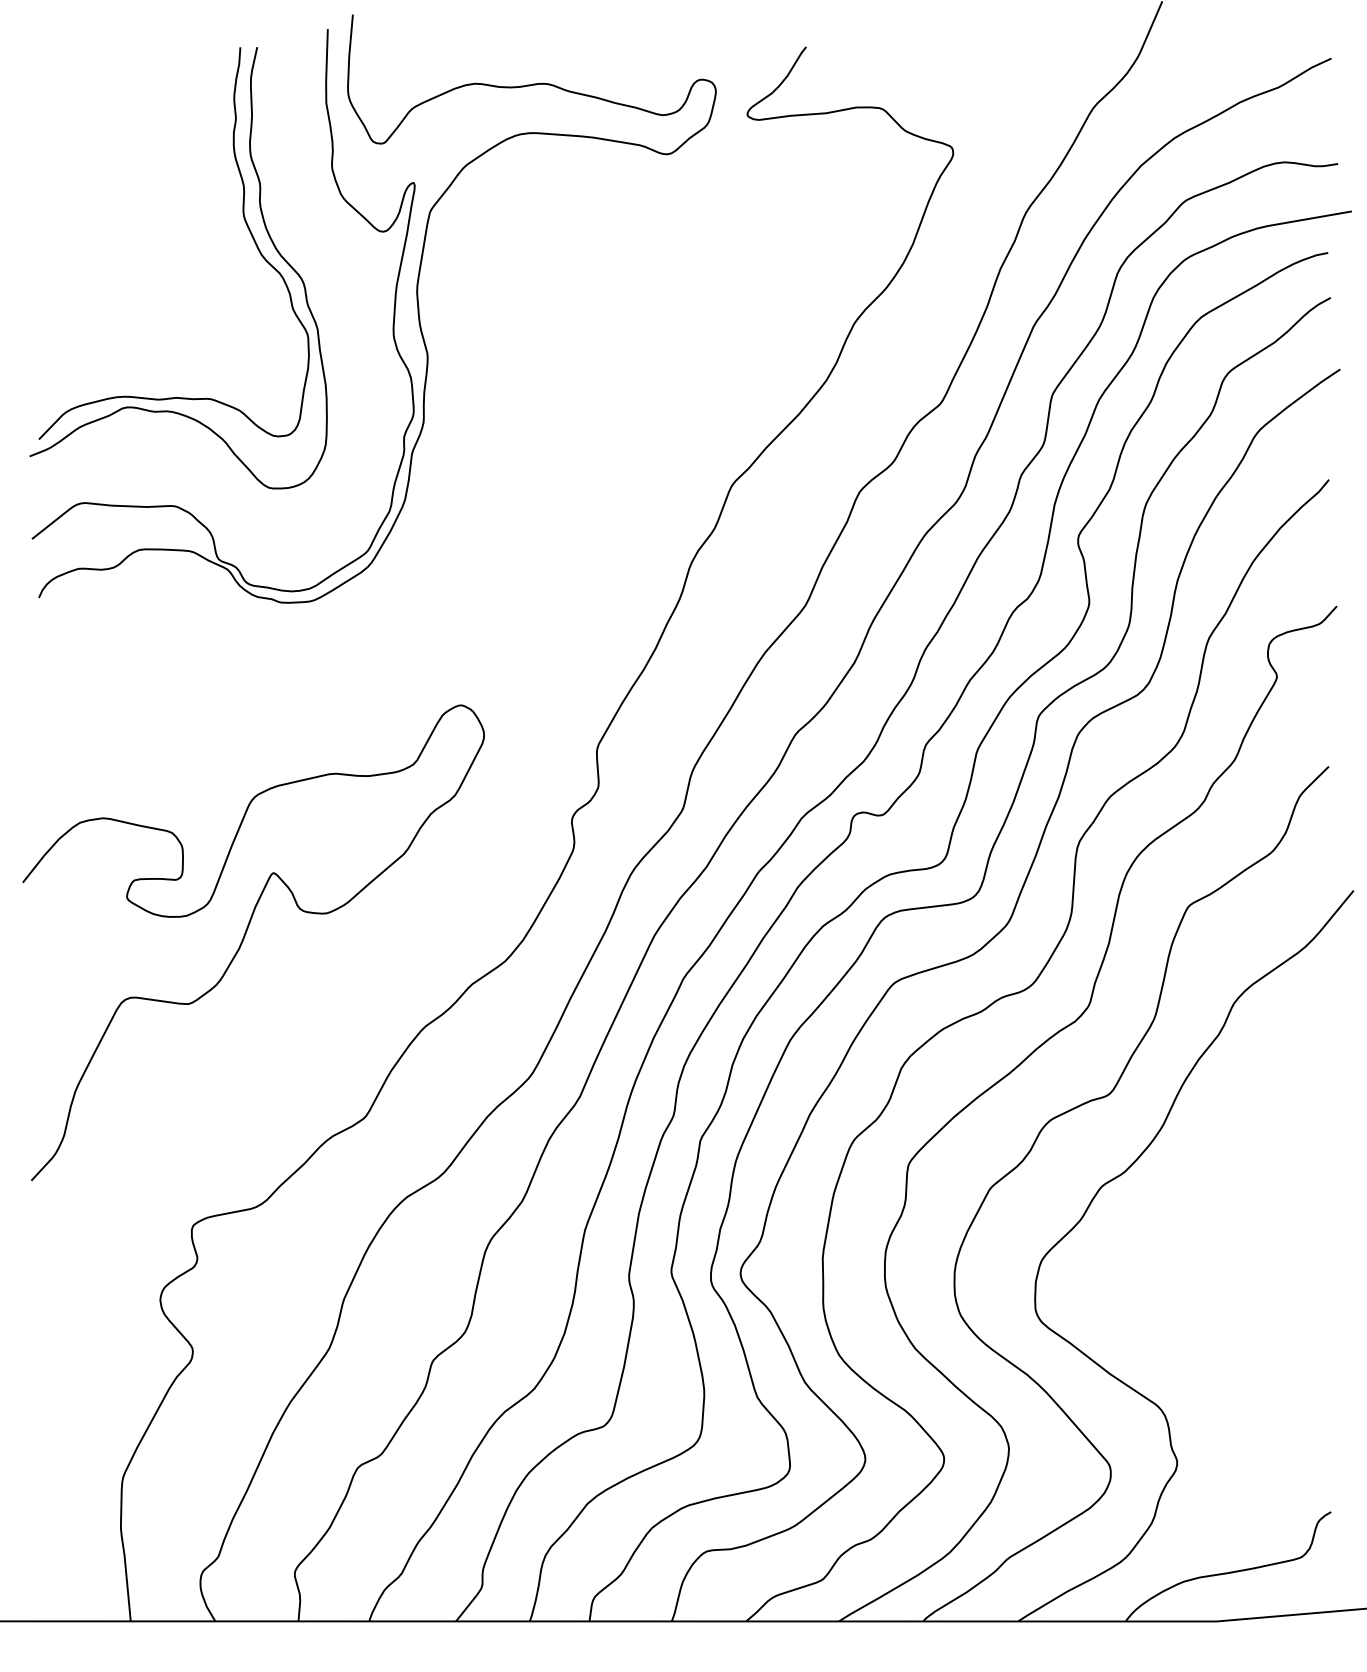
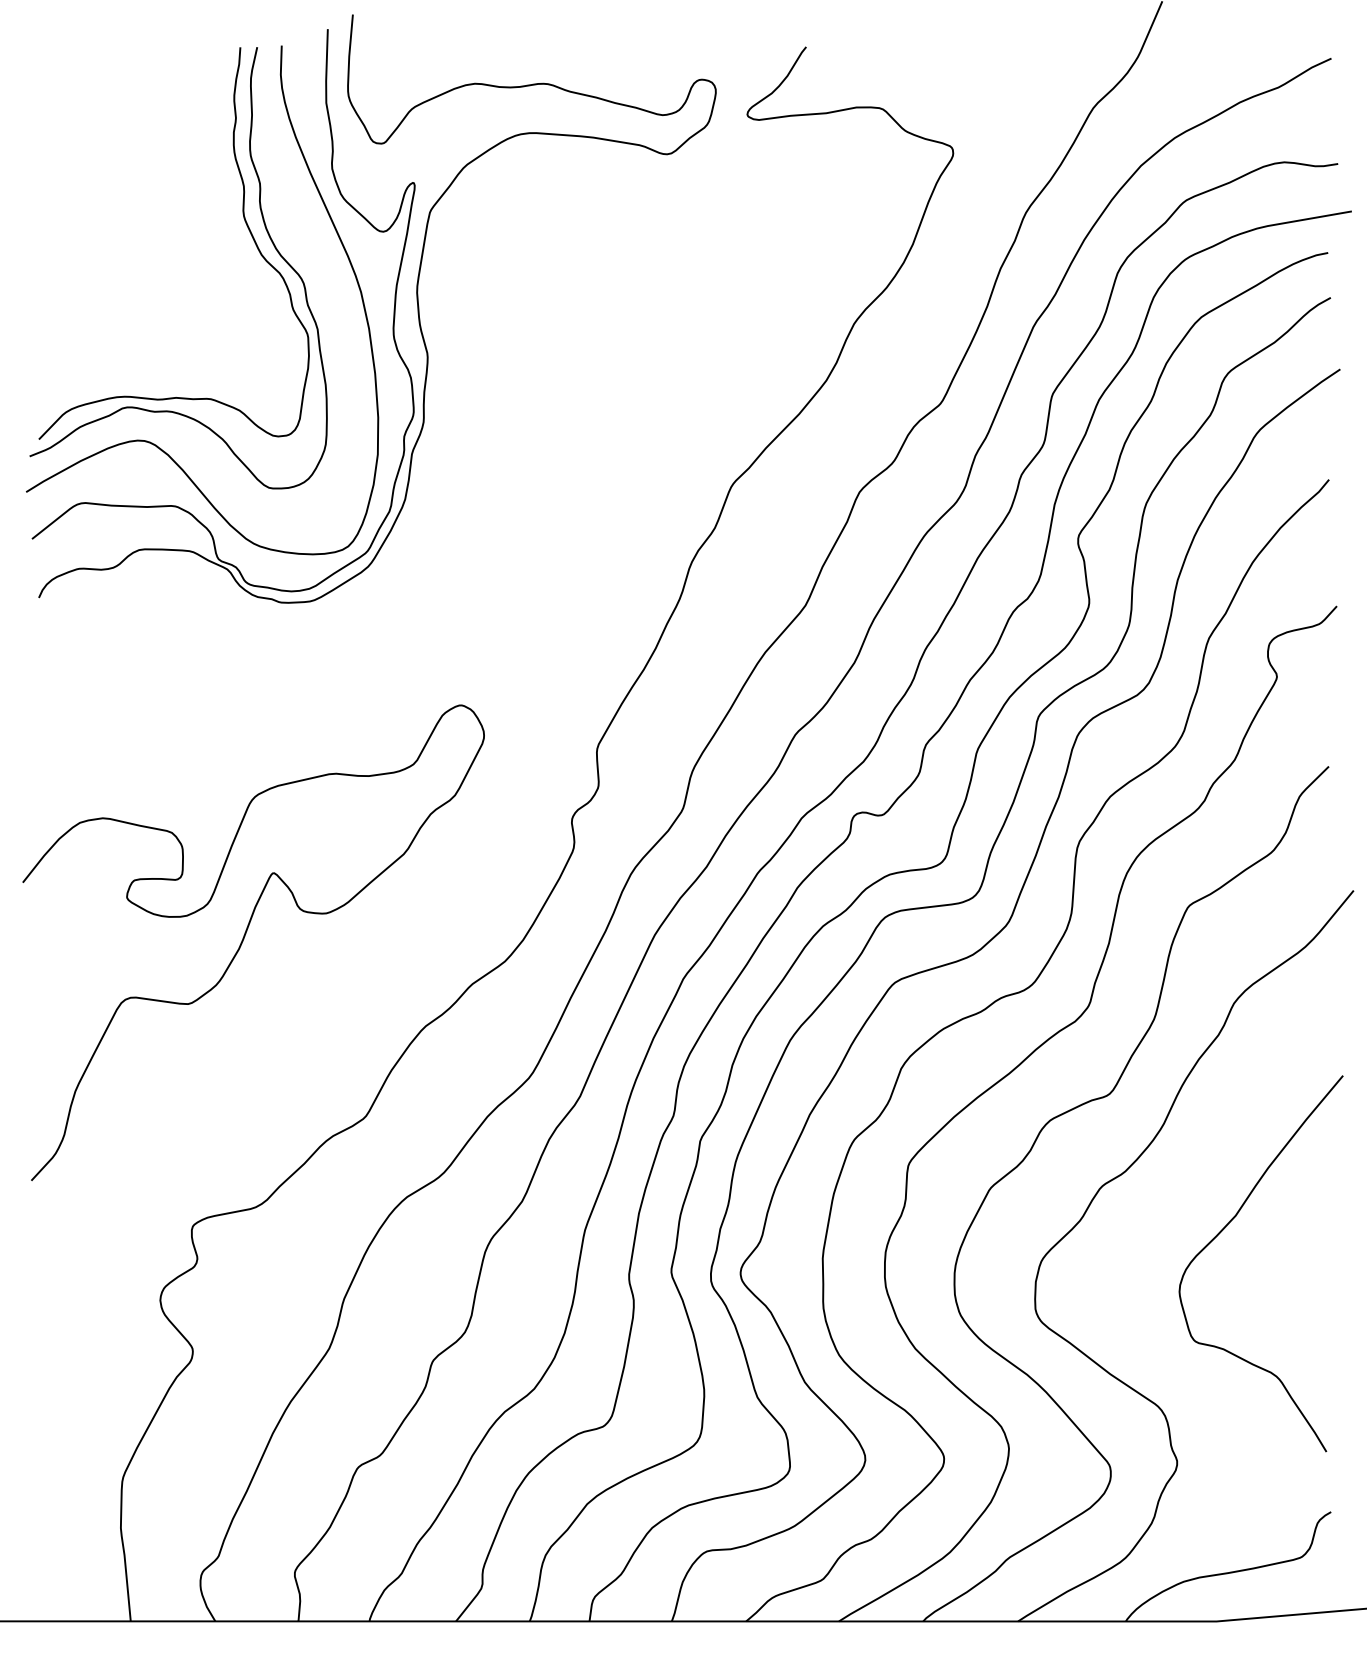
curve at (339, 240): none -> present
curve at (1225, 1228): none -> present
